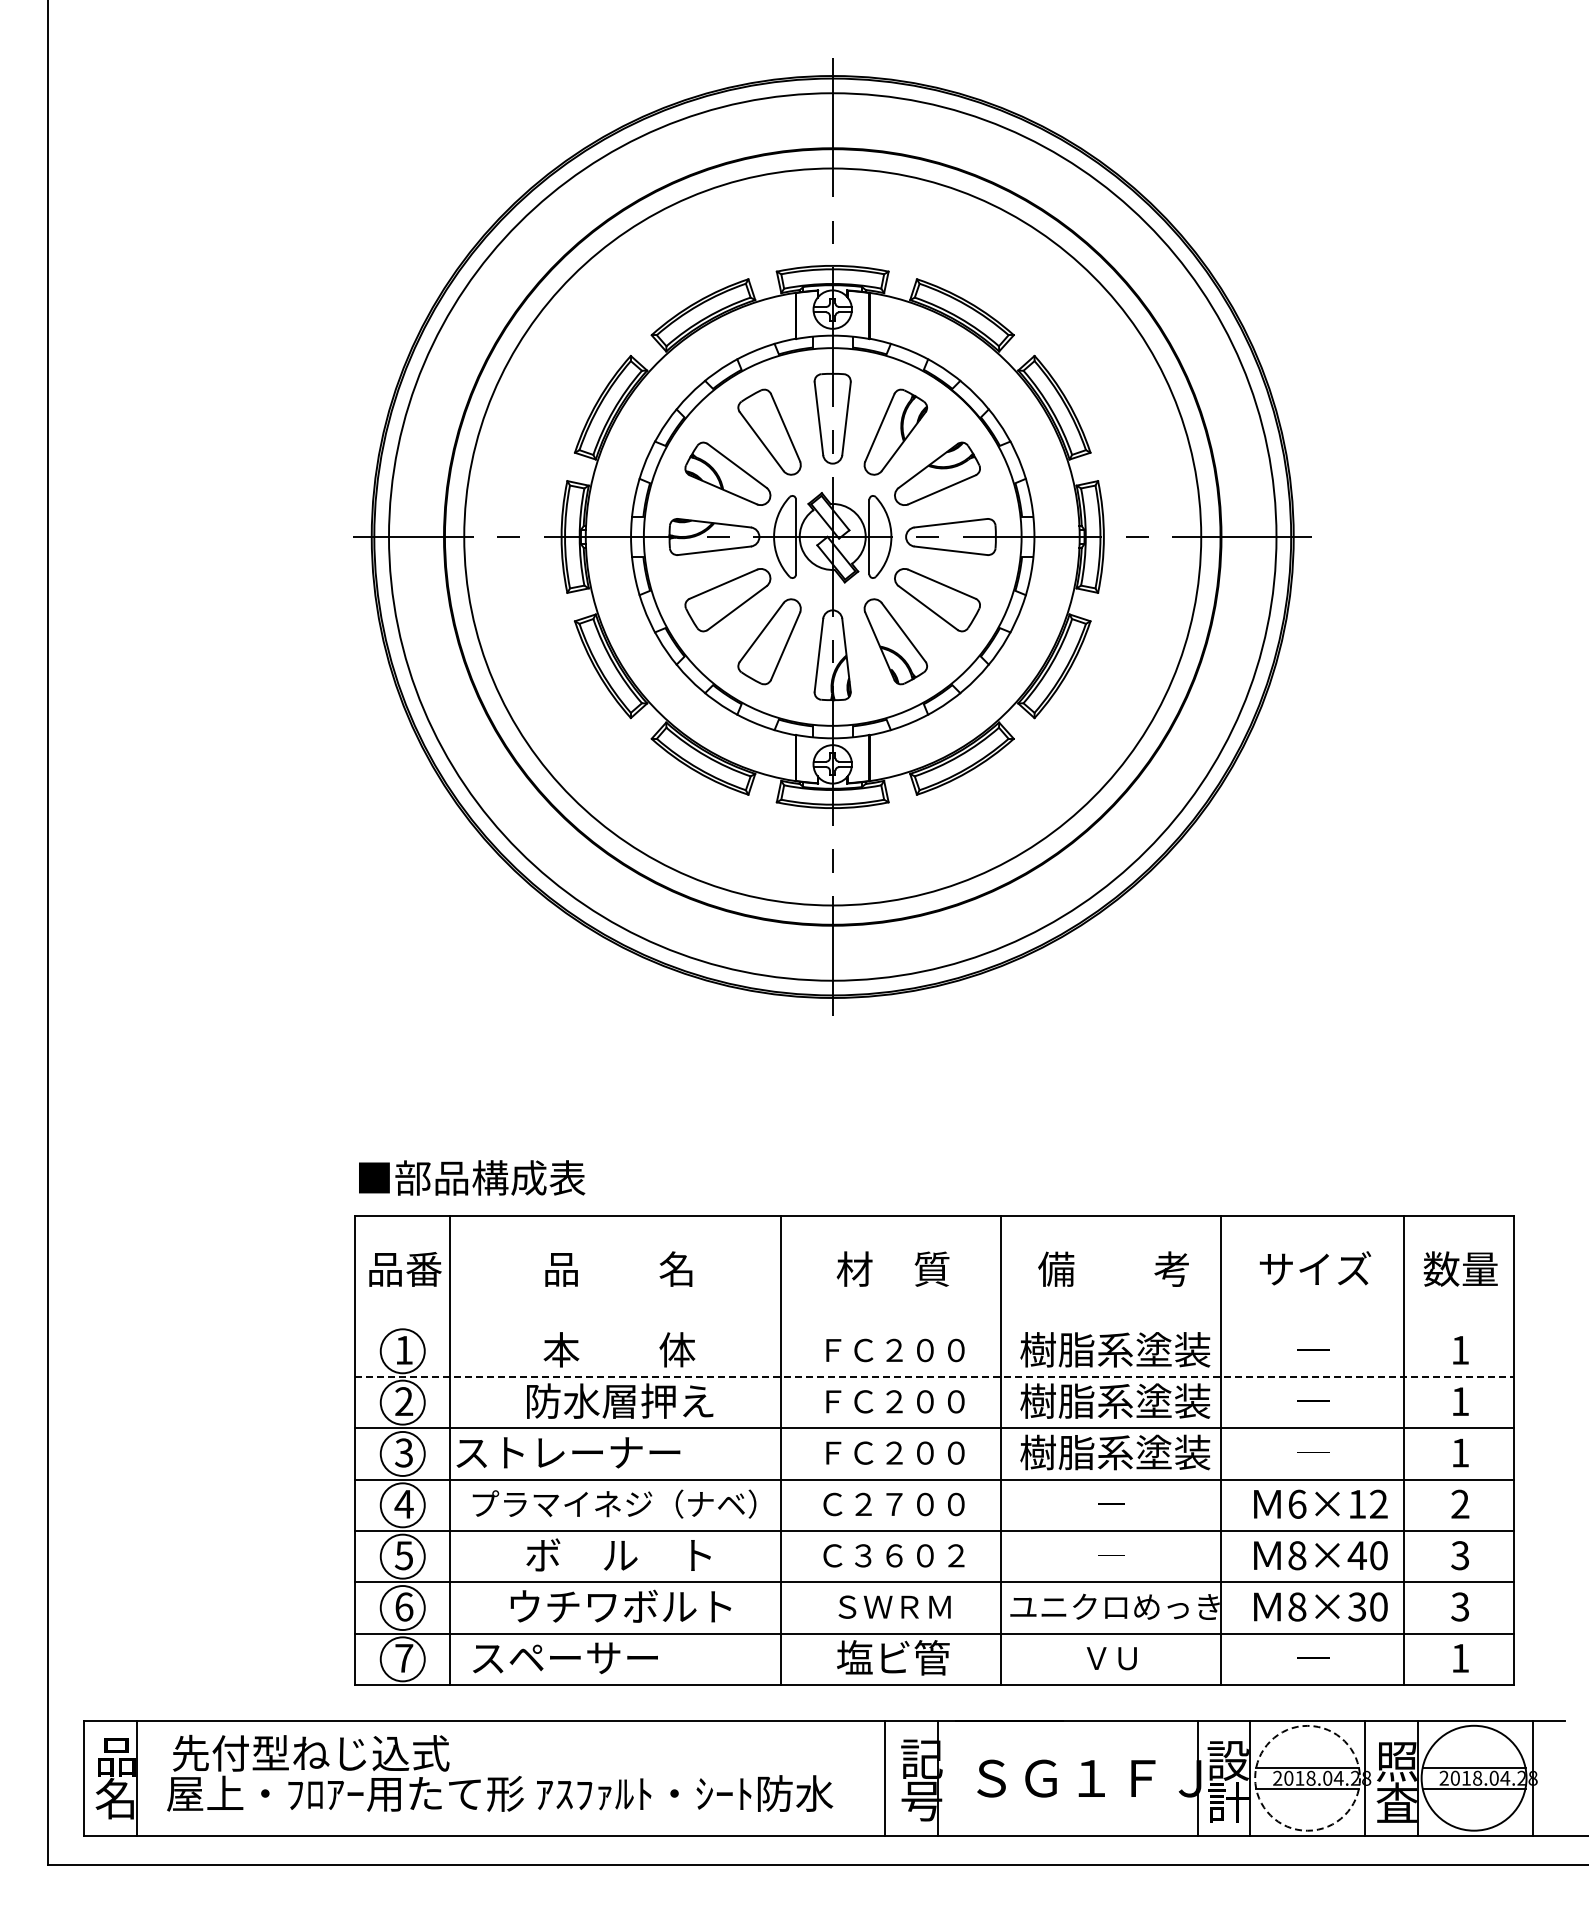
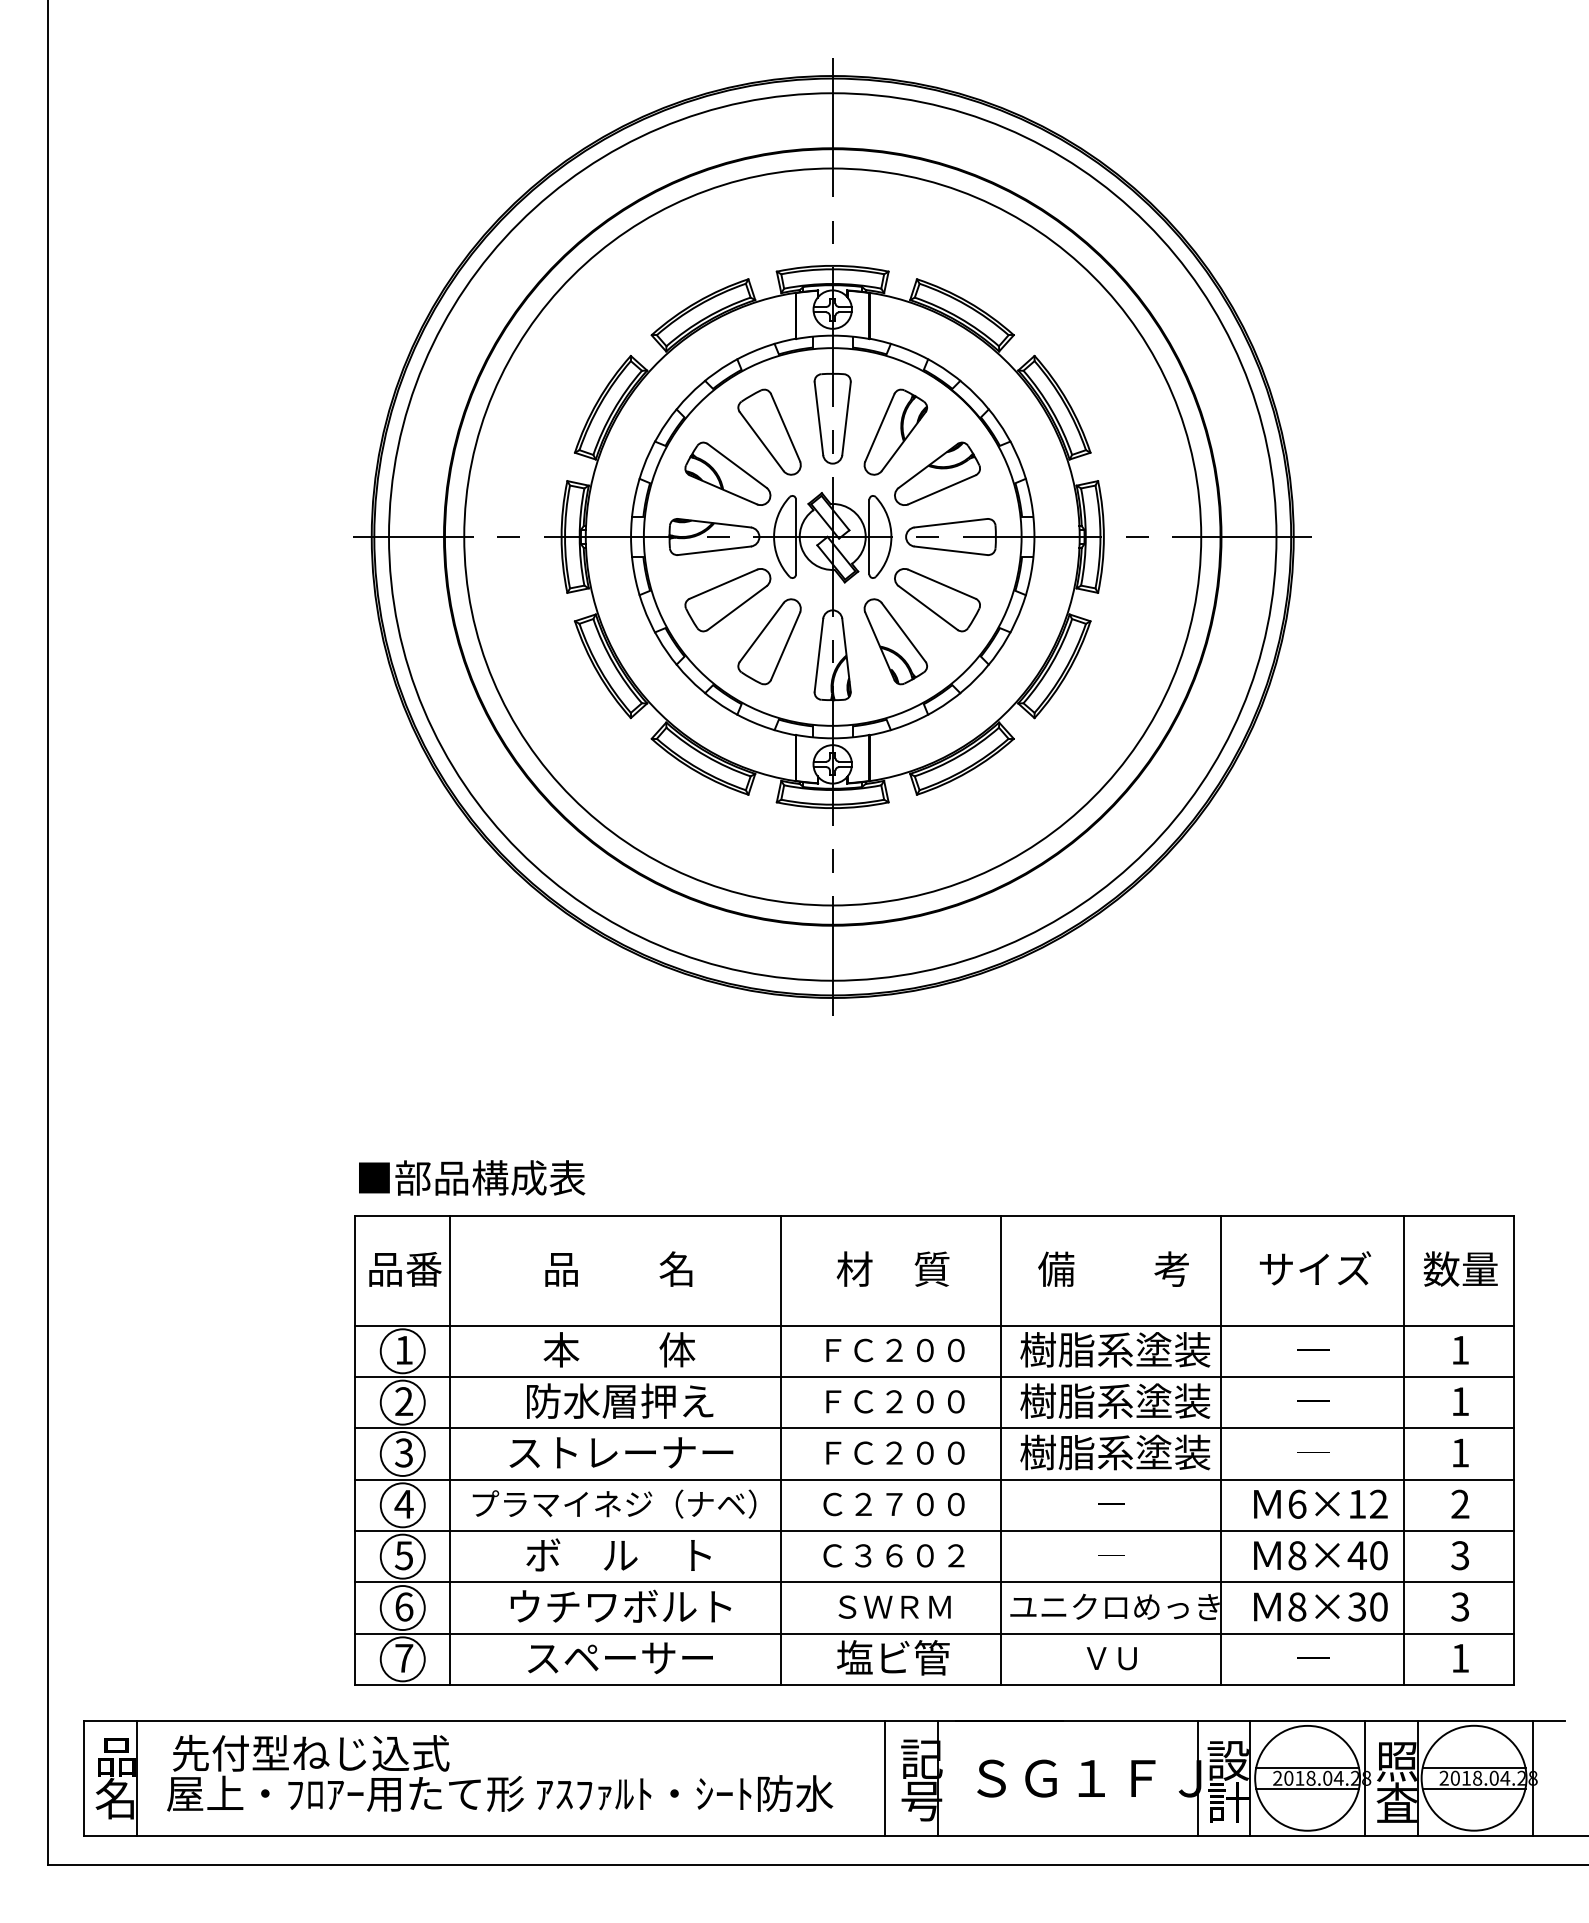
line at (934, 1325): none -> present
line at (935, 1376): dashed -> solid
text at (568, 1452) position: (568, 1452) -> (621, 1452)
text at (565, 1658) position: (565, 1658) -> (620, 1658)
circle at (1307, 1777): dashed -> solid
